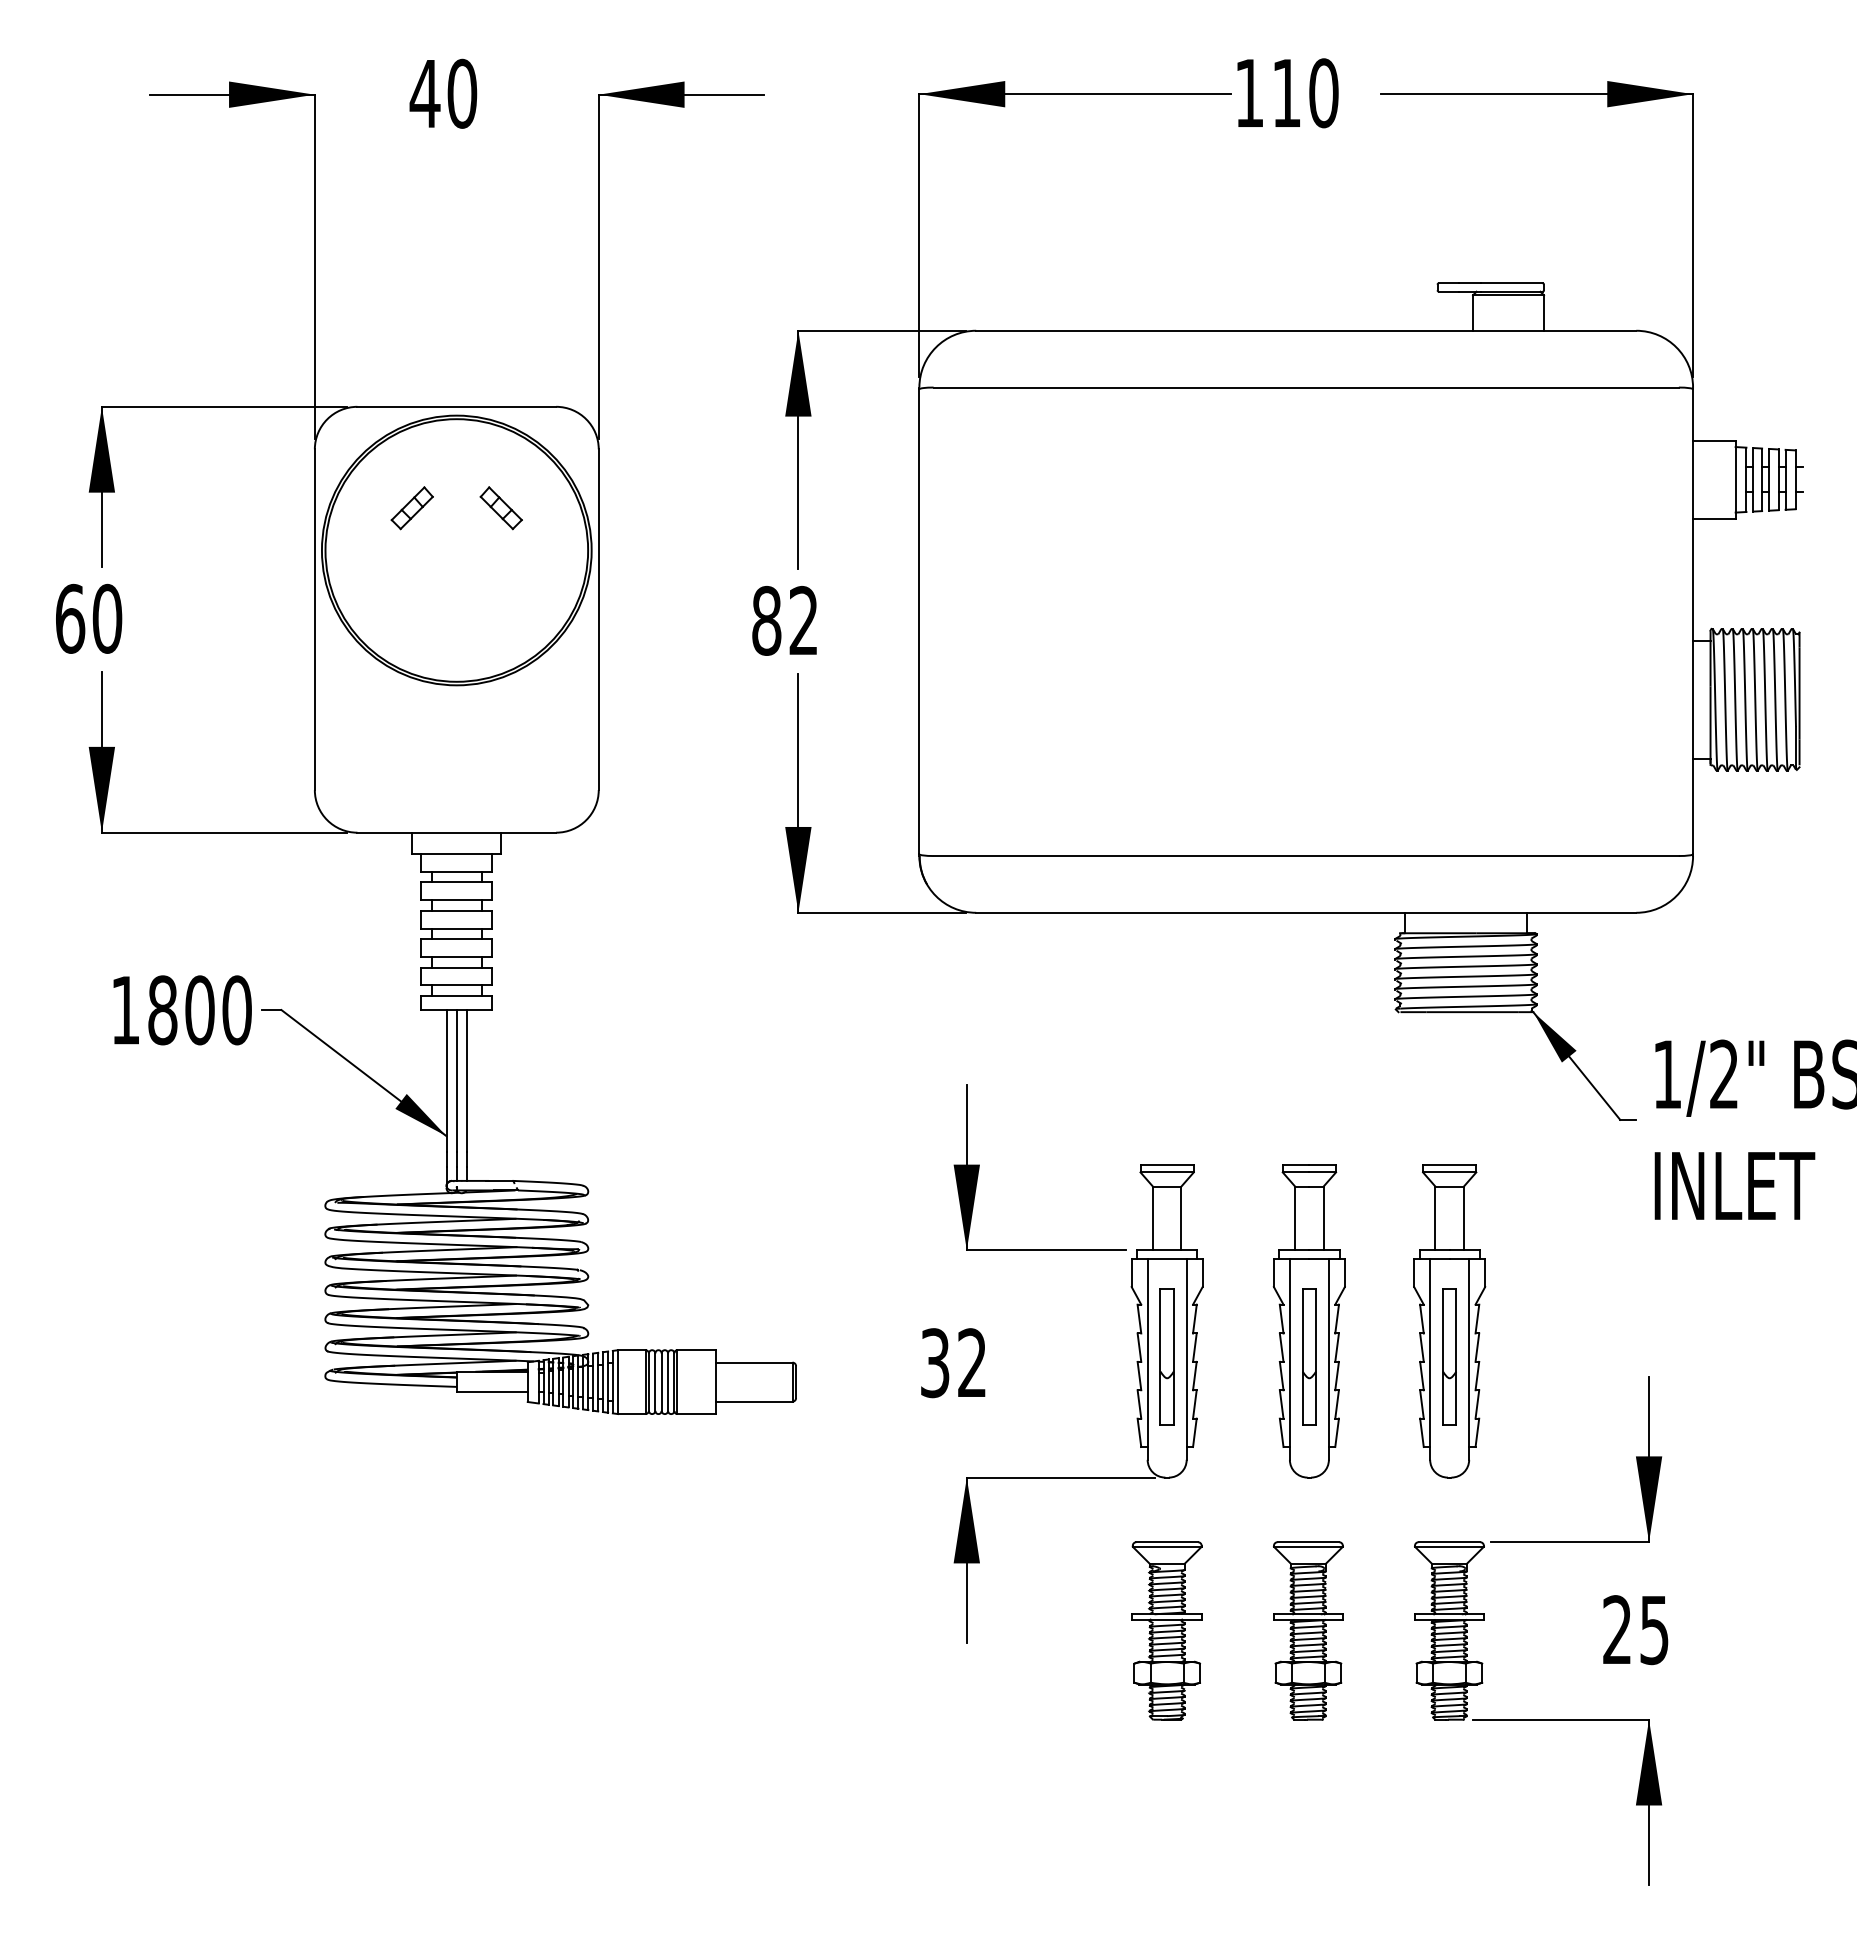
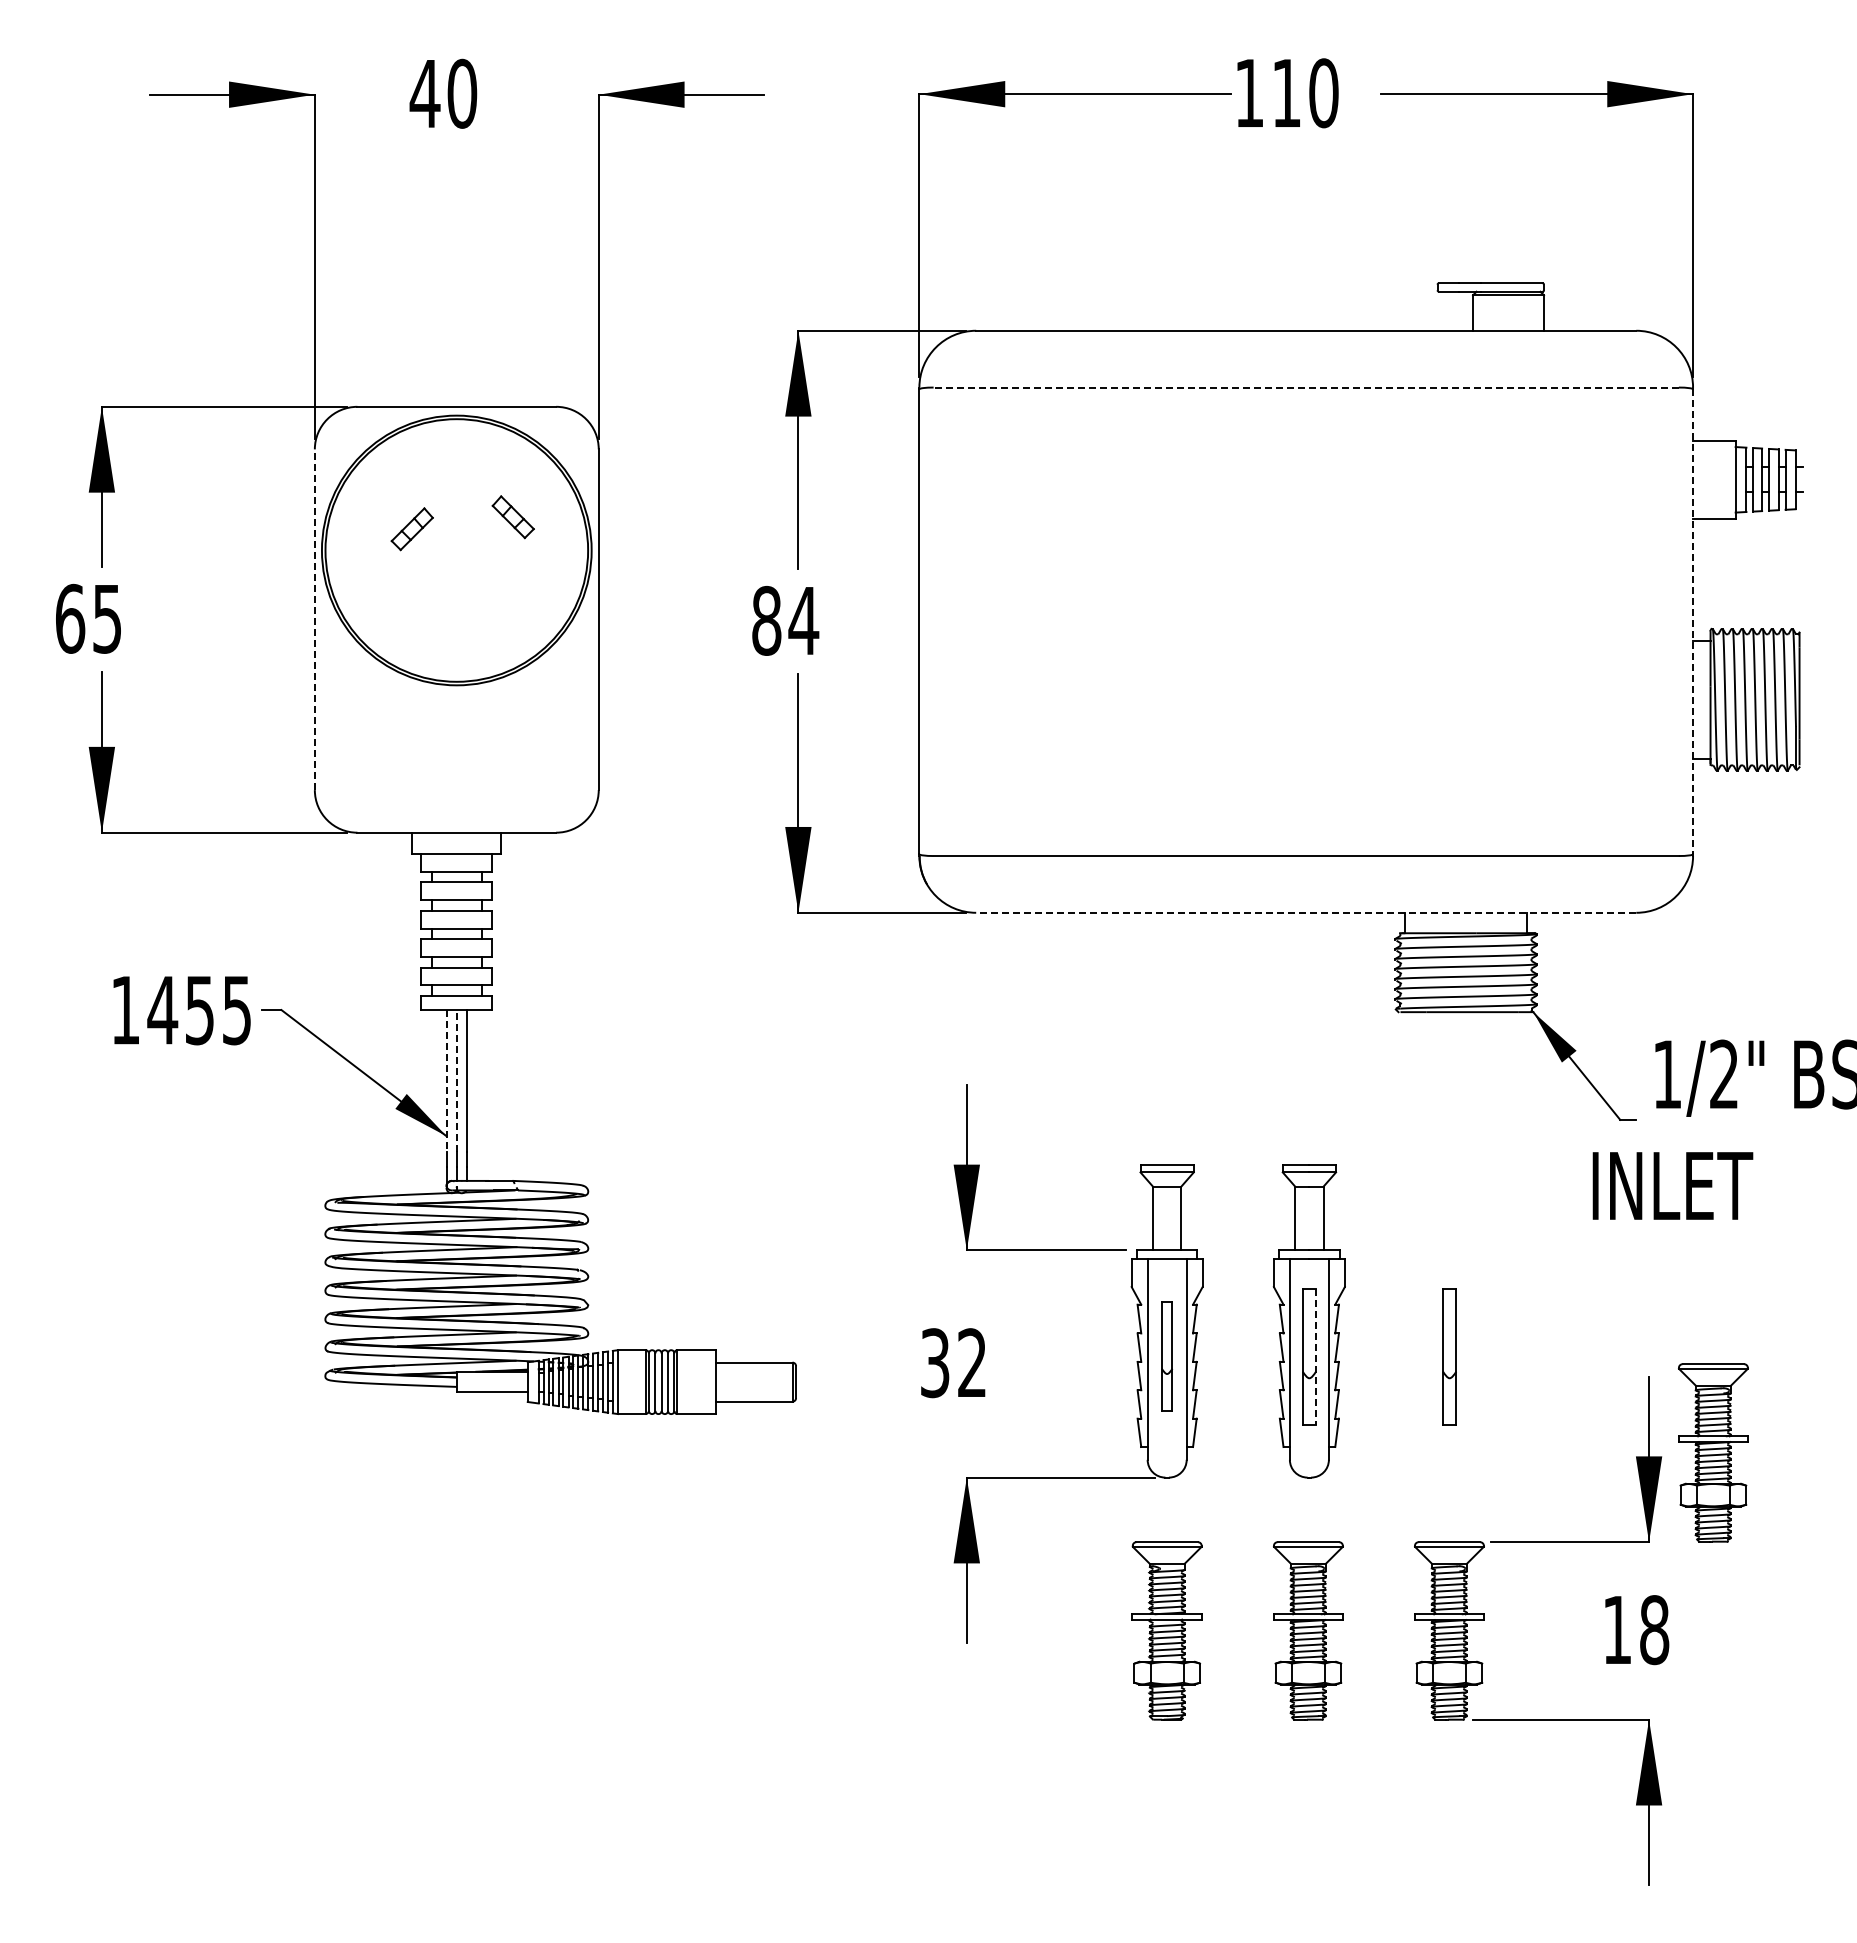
line at (1306, 387): solid -> dashed
part at (411, 508) position: (411, 508) -> (411, 529)
part at (500, 508) position: (500, 508) -> (512, 517)
text at (107, 618): 60 -> 65
line at (314, 619): solid -> dashed
text at (803, 619): 82 -> 84
line at (1693, 621): solid -> dashed
line at (1305, 912): solid -> dashed
text at (199, 1010): 1800 -> 1455
line at (446, 1081): solid -> dashed
line at (456, 1081): solid -> dashed
text at (1734, 1185) position: (1734, 1185) -> (1672, 1185)
part at (1449, 1321): present -> none
part at (1166, 1356) size: 16x138 px -> 12x111 px
line at (1316, 1357): solid -> dashed
part at (1713, 1452): none -> present
text at (1636, 1630): 25 -> 18
